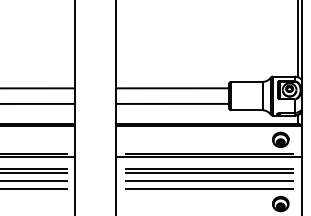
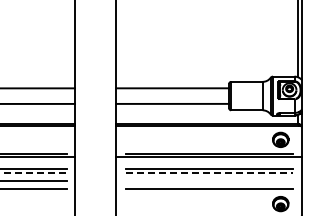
line at (33, 173): solid -> dashed
line at (209, 173): solid -> dashed
line at (208, 181): present -> none
